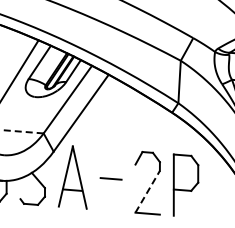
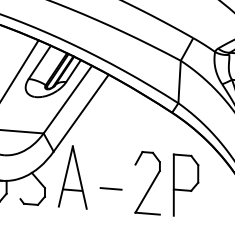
line at (21, 131): dashed -> solid
line at (110, 178) position: (110, 178) -> (110, 188)
line at (147, 191): dashed -> solid
